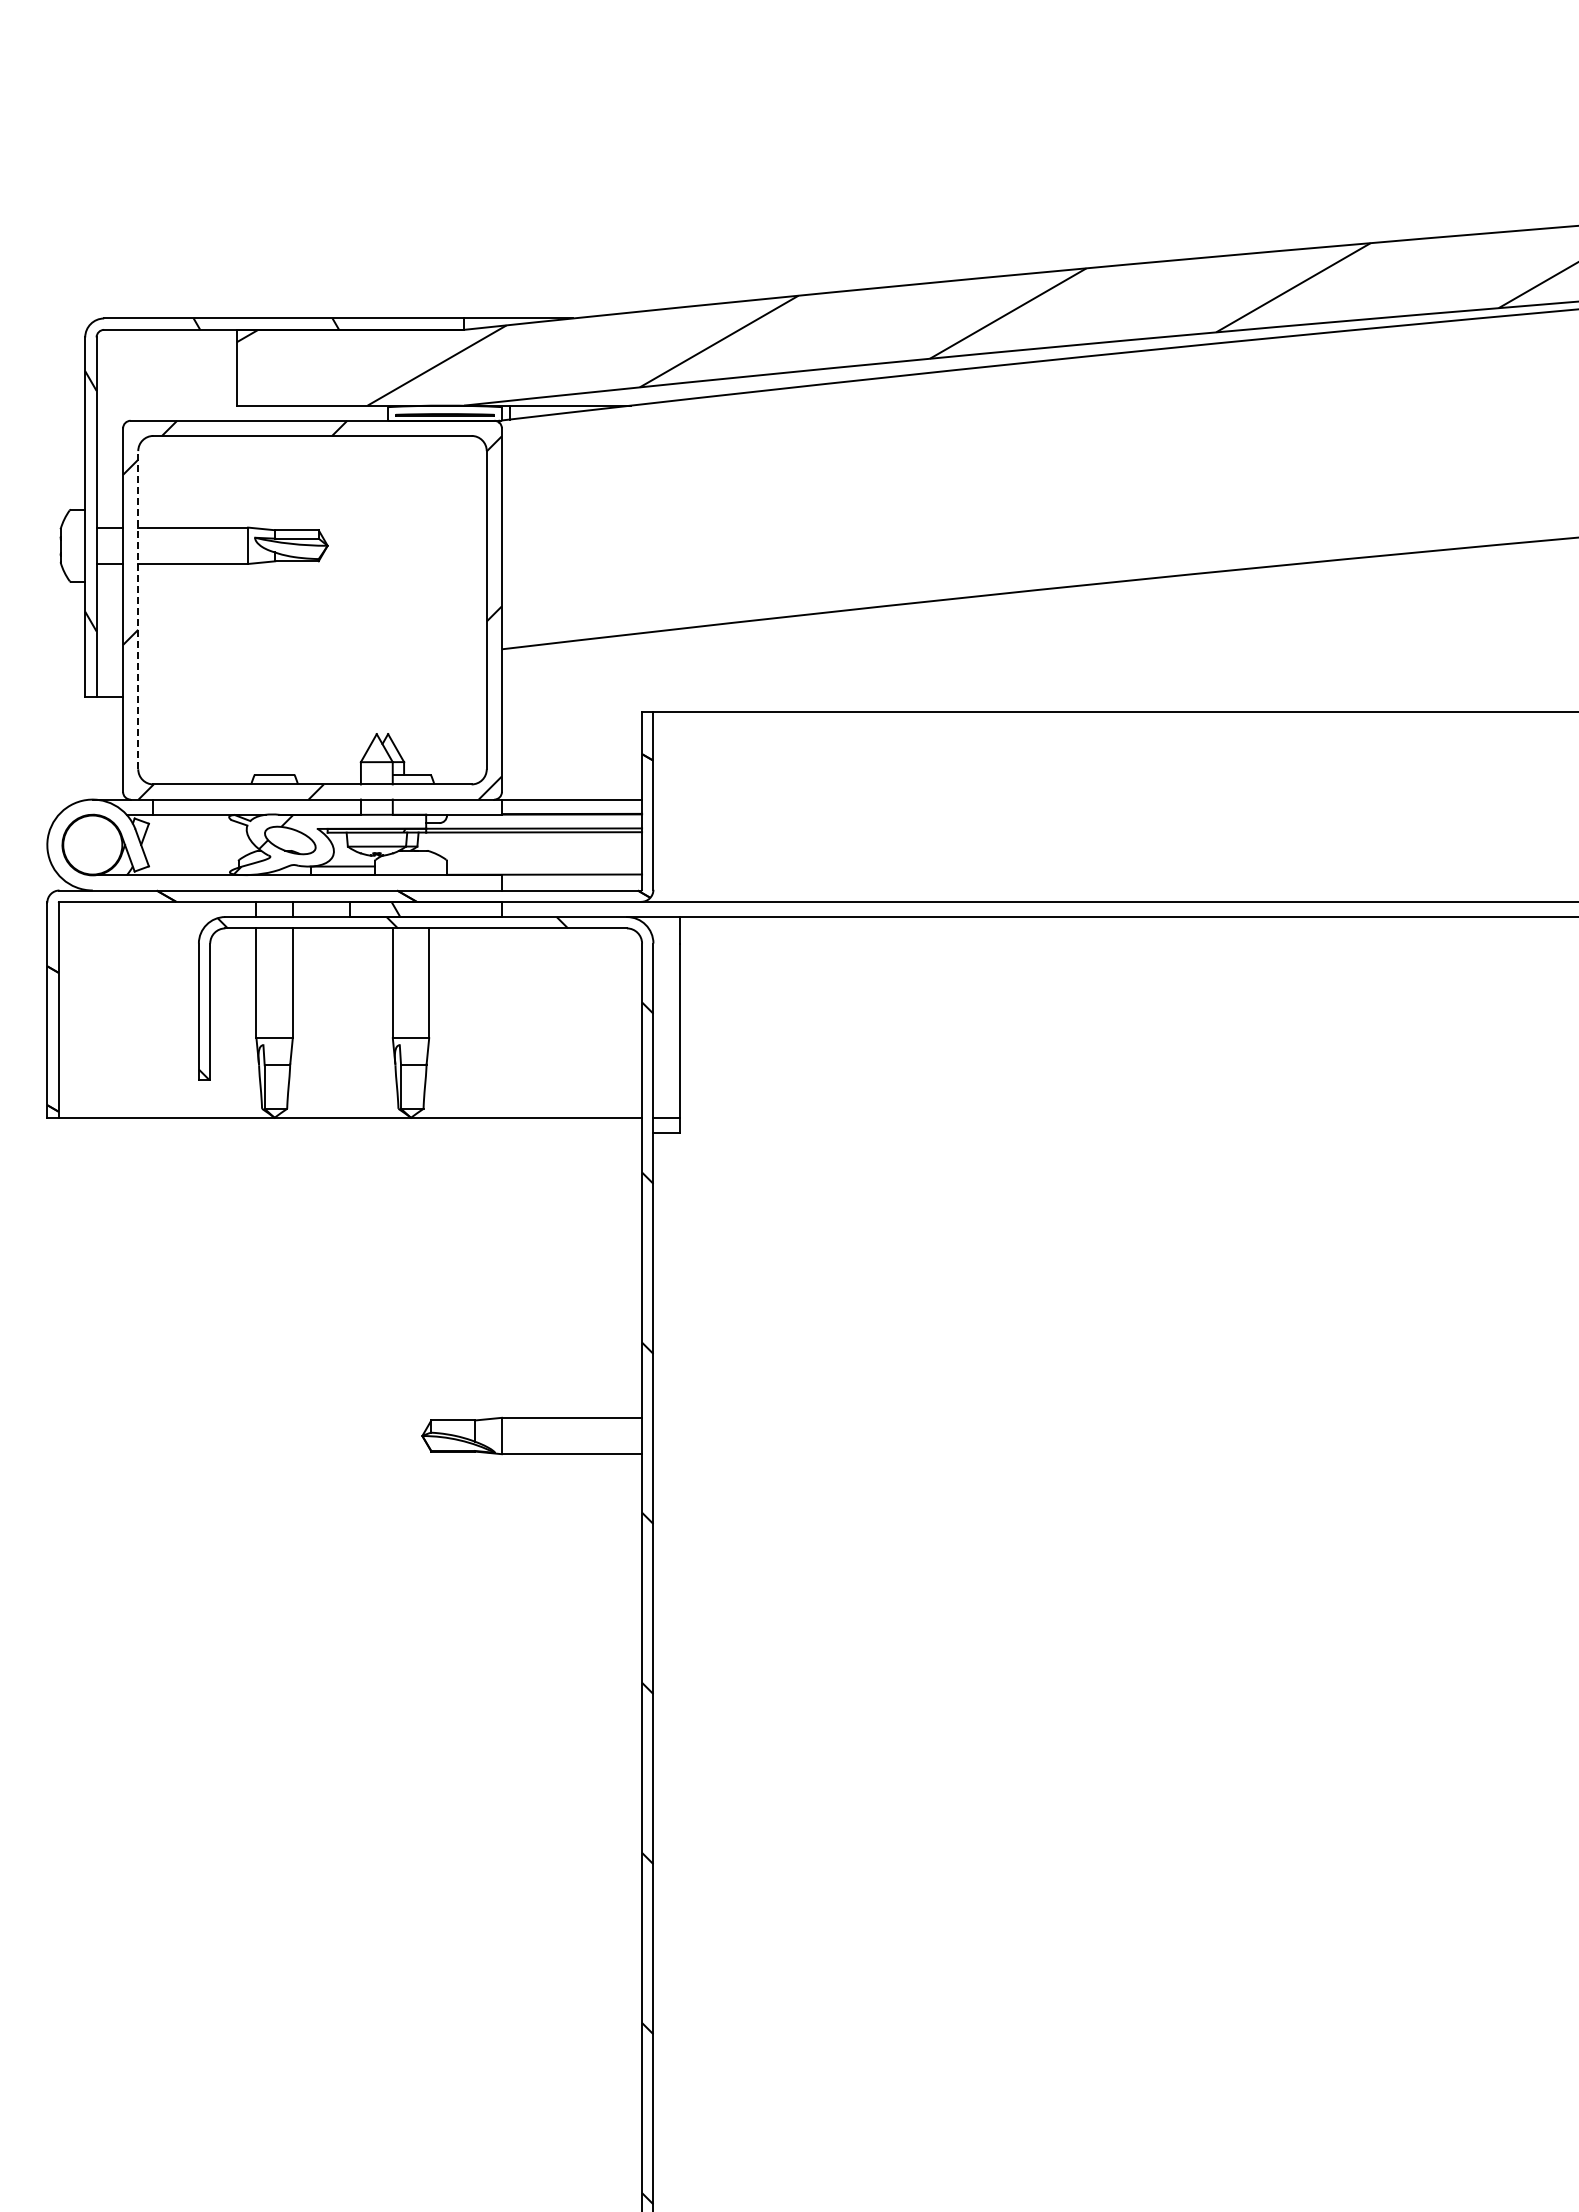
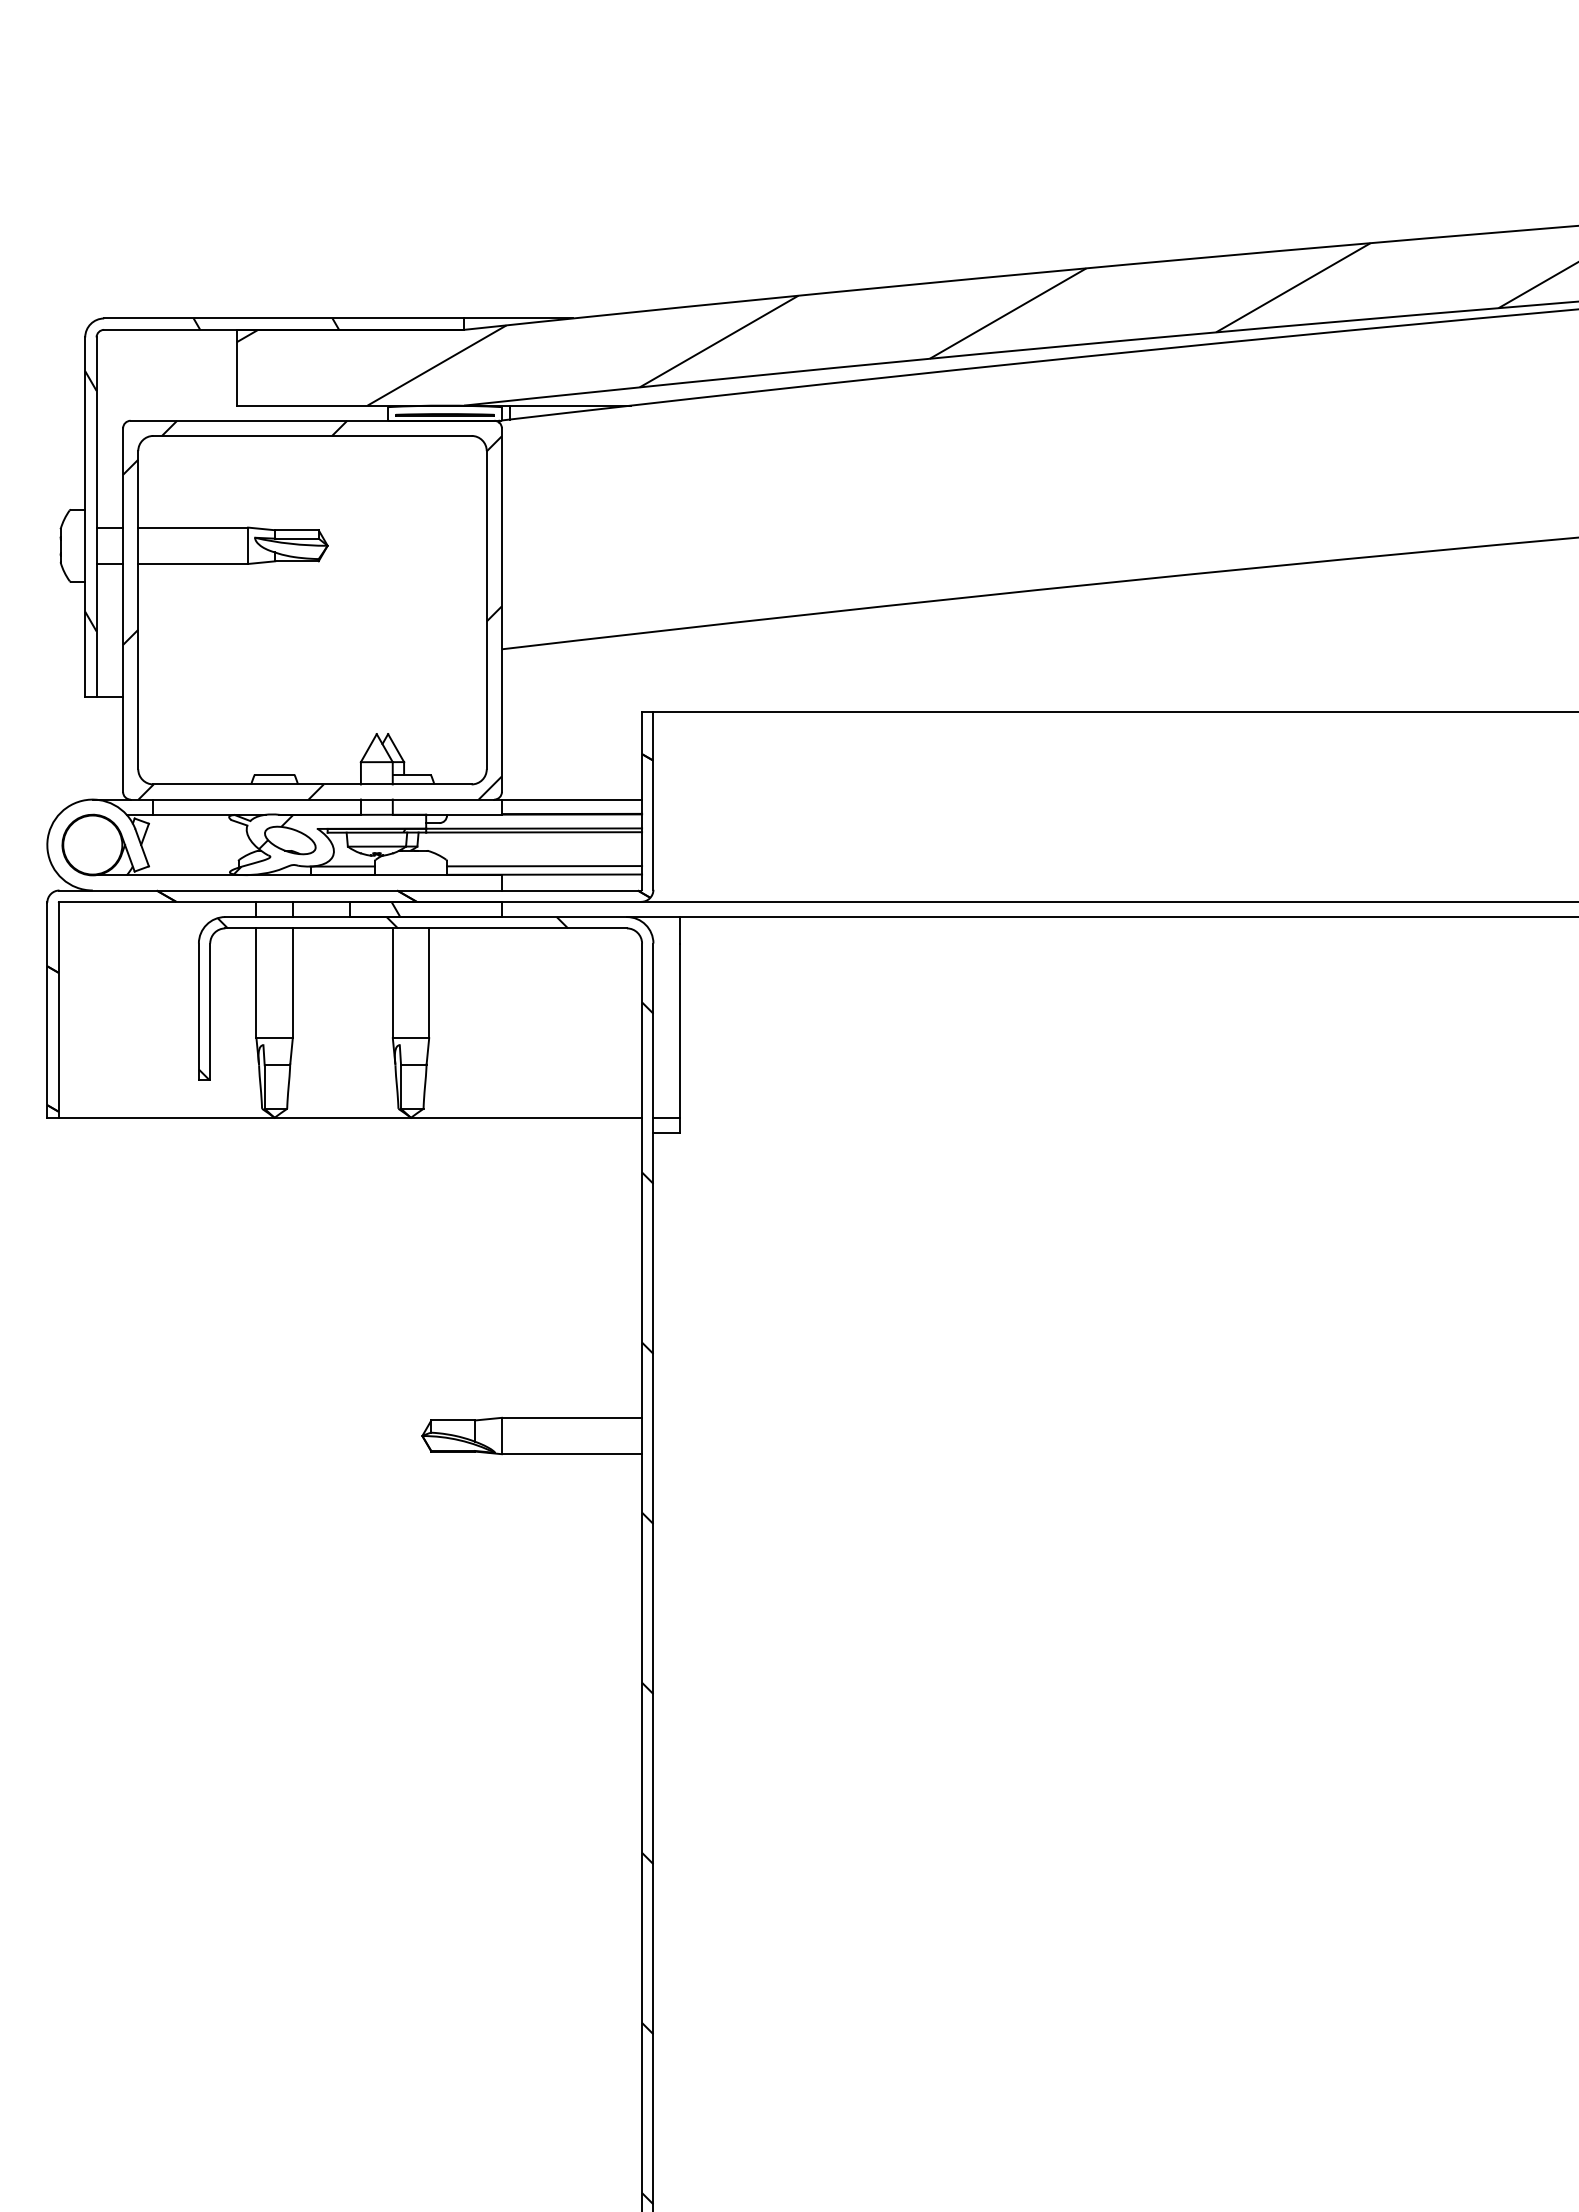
line at (138, 609): dashed -> solid
line at (544, 866): none -> present
